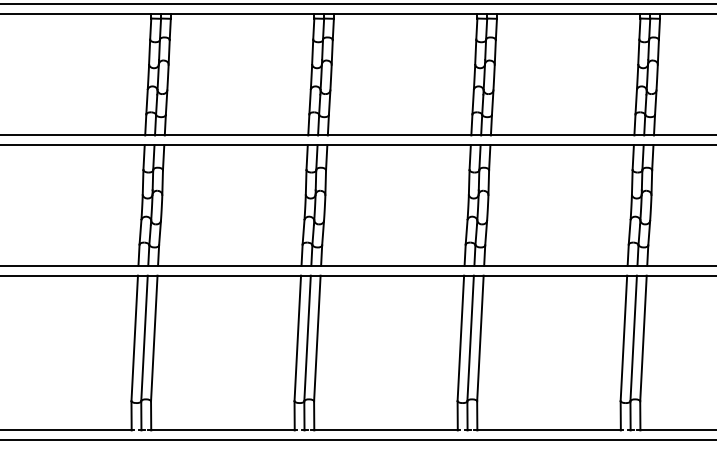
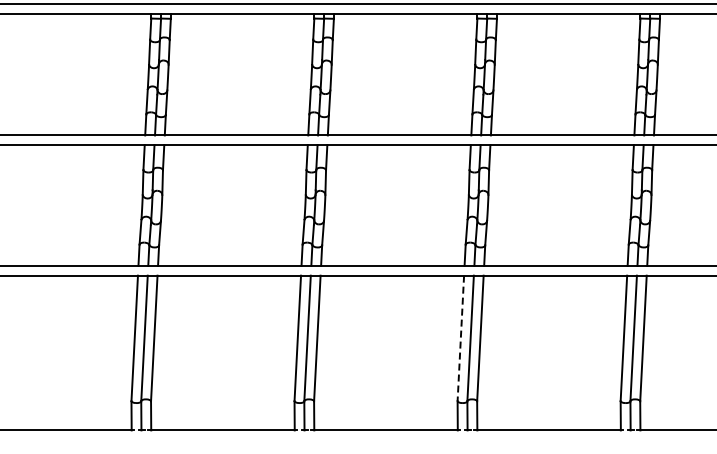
line at (460, 338): solid -> dashed
line at (357, 440): present -> none
